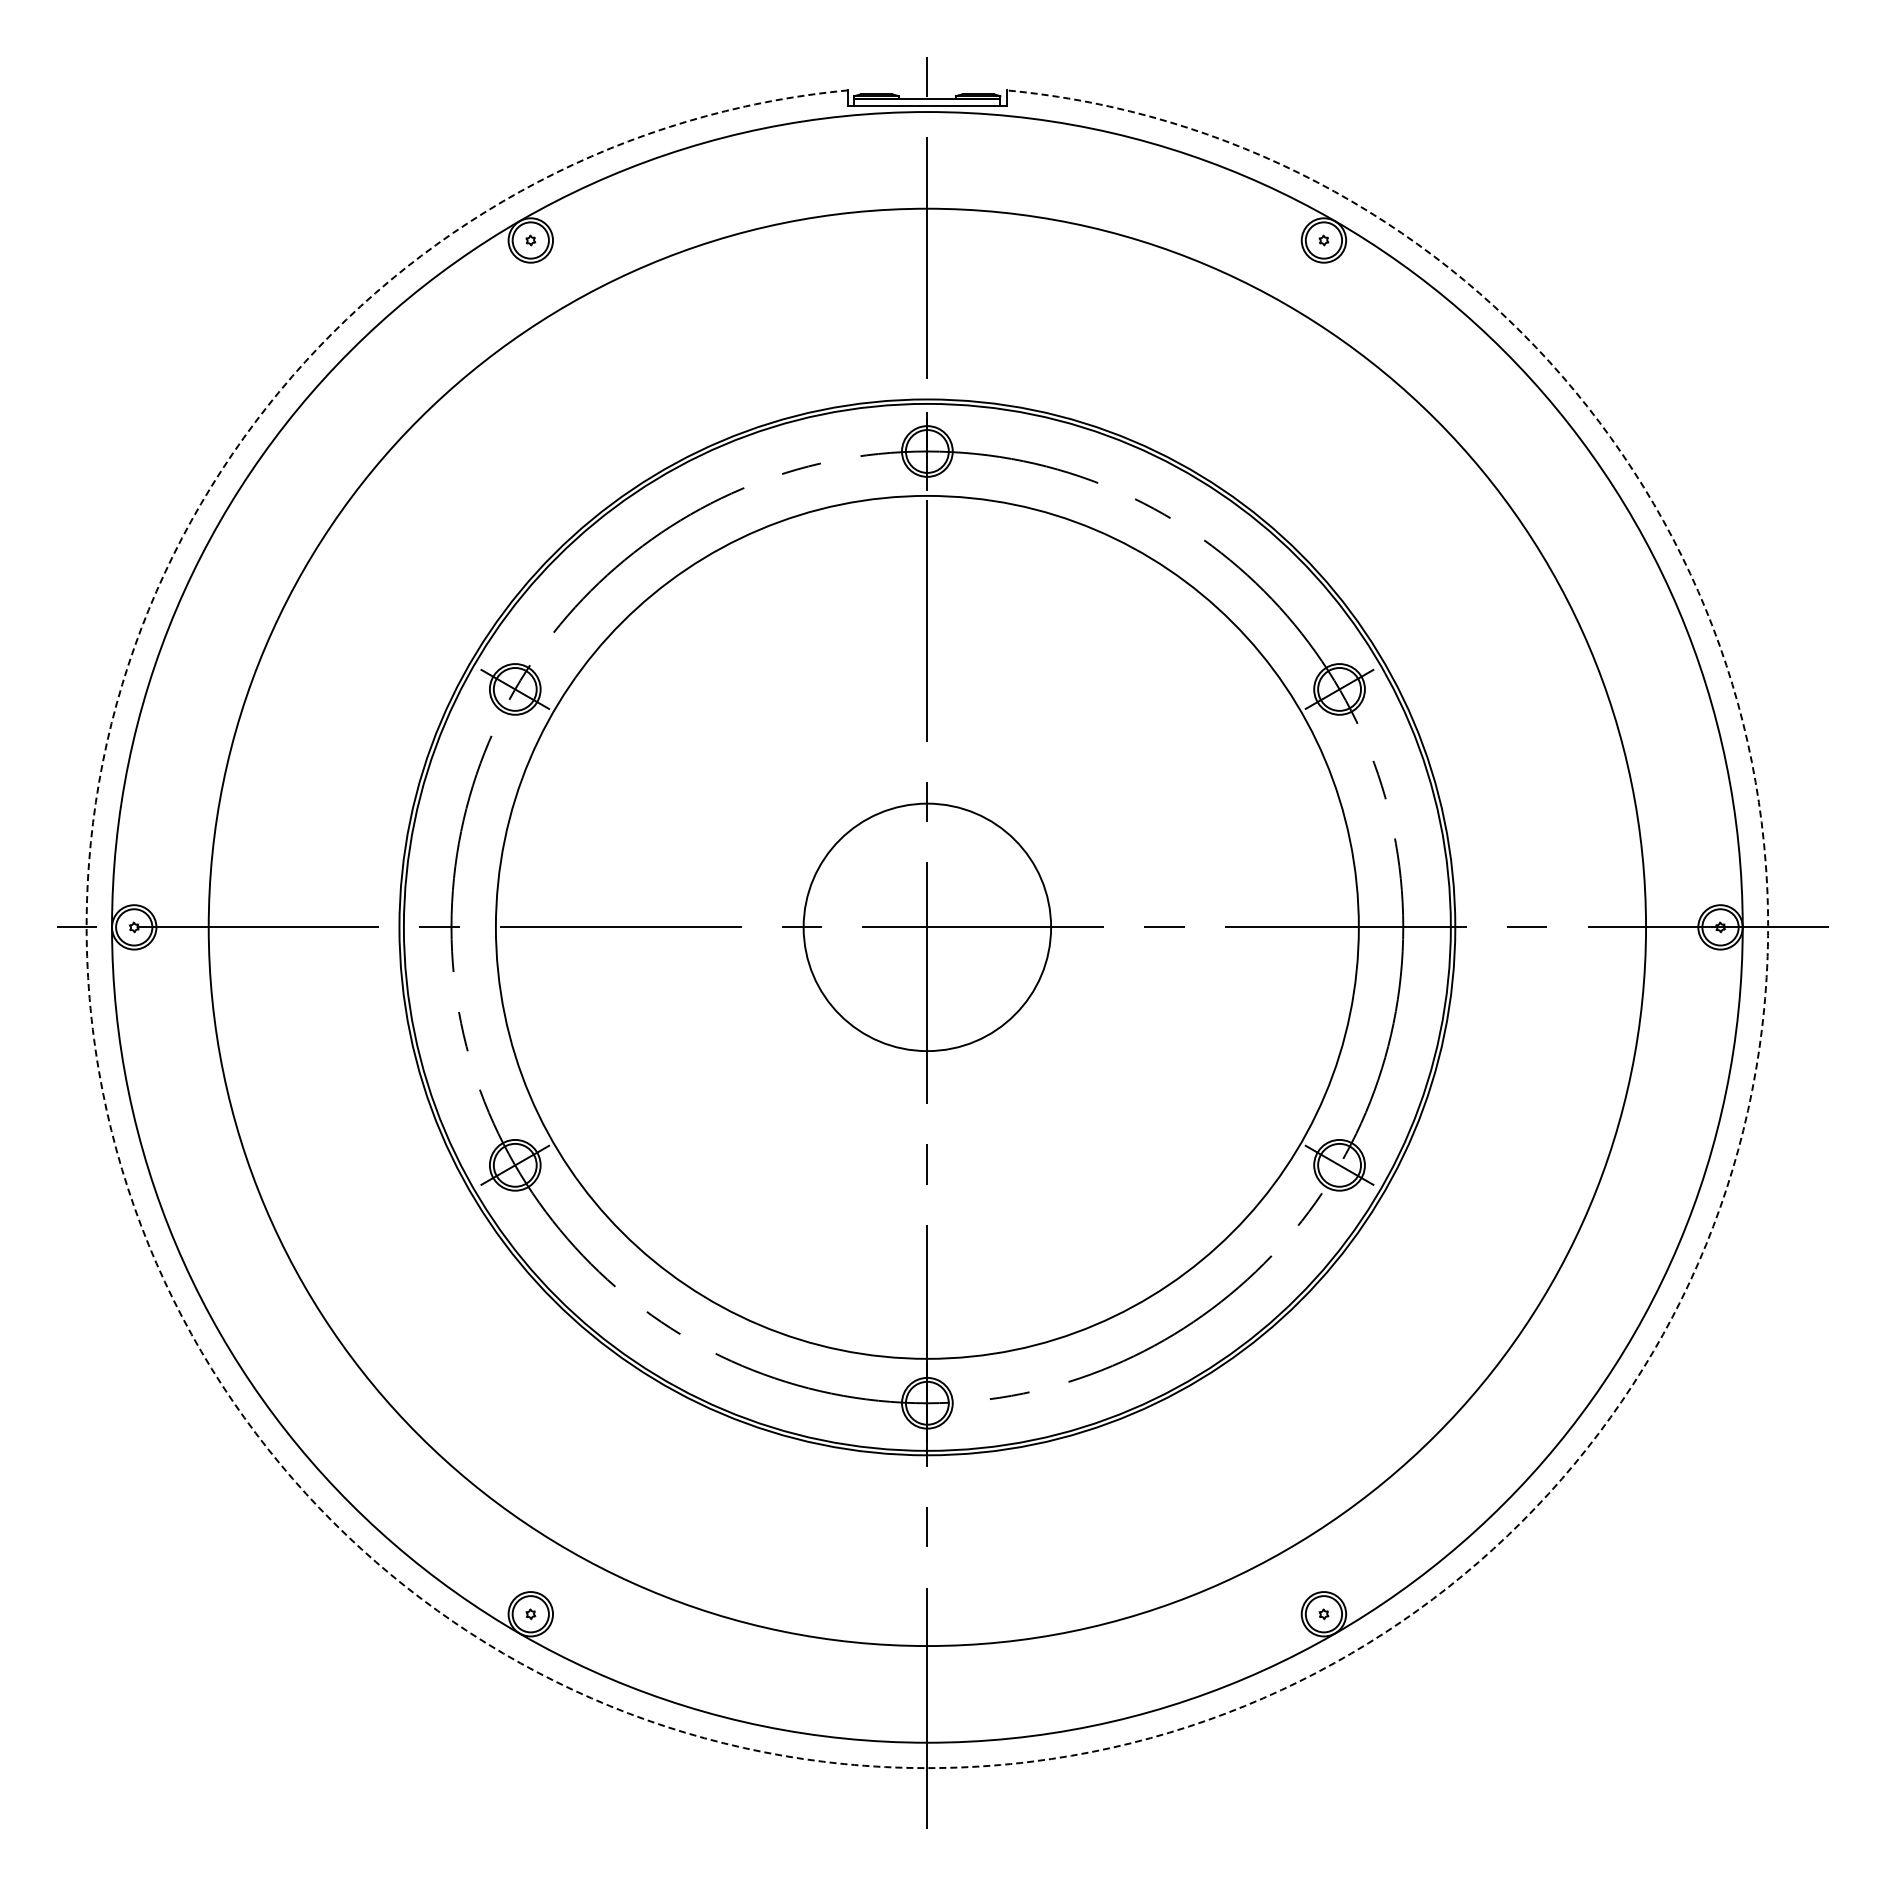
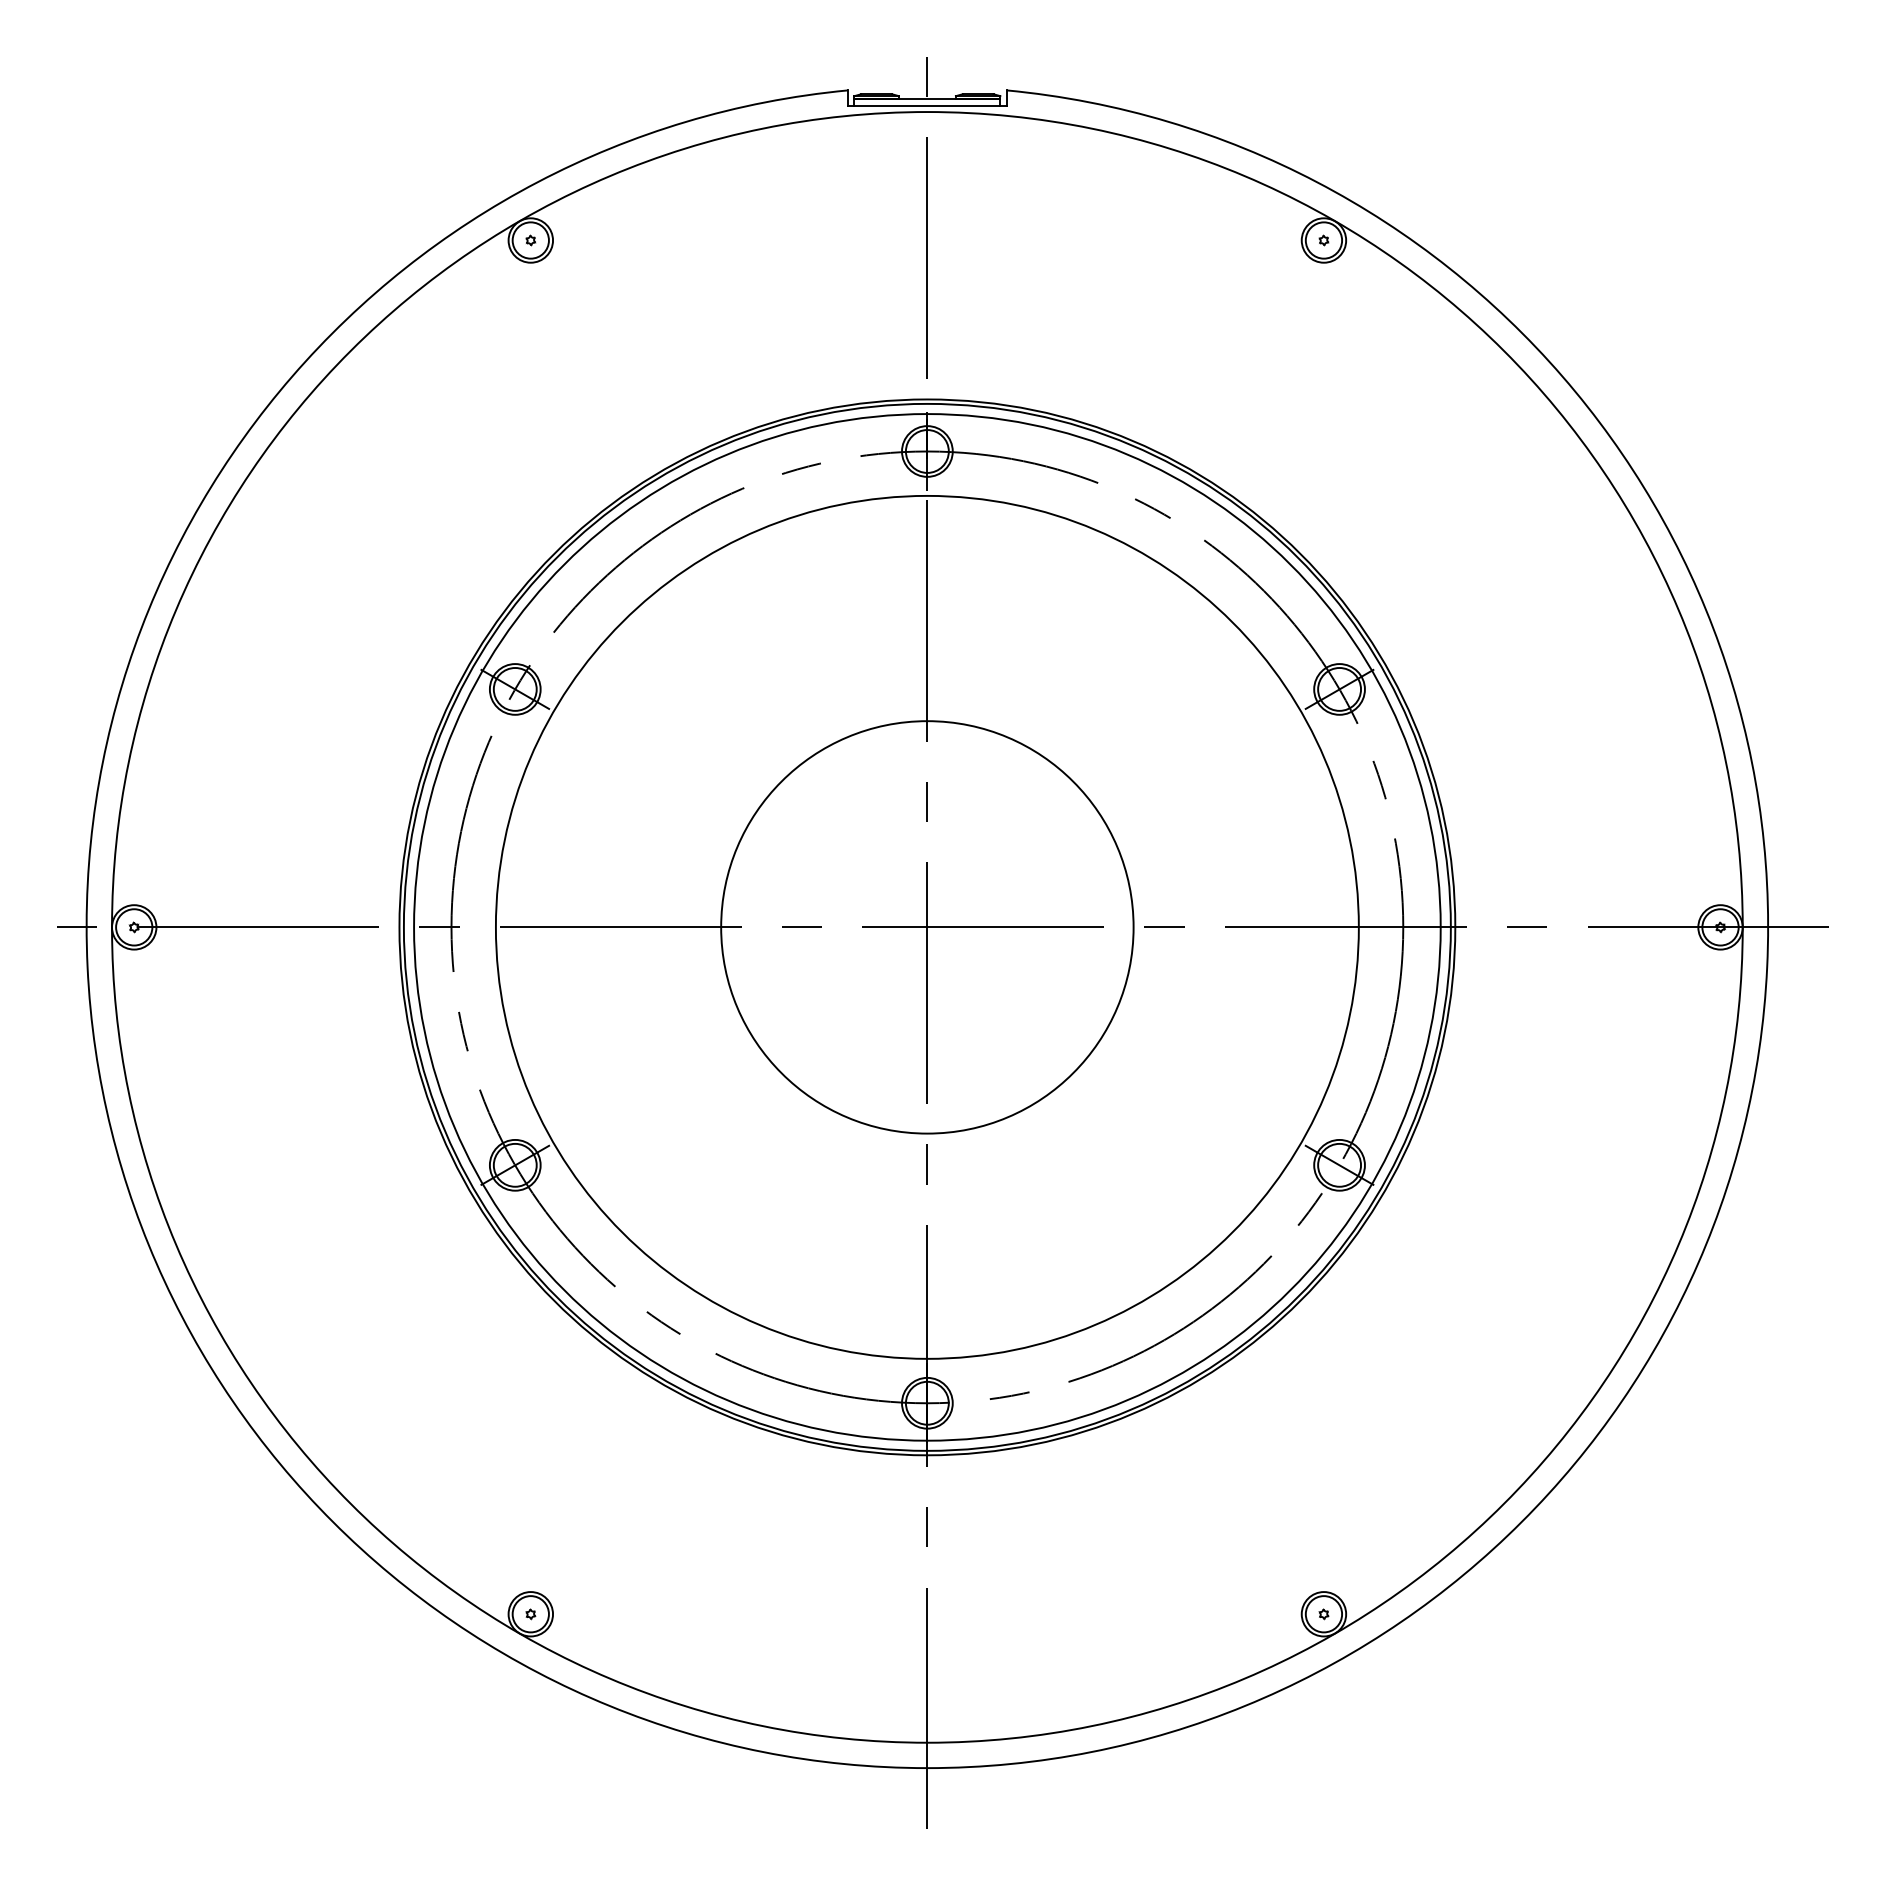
circle at (927, 927) diameter: 1437 px -> 1027 px
circle at (927, 927) diameter: 247 px -> 412 px
arc at (927, 1768): dashed -> solid
